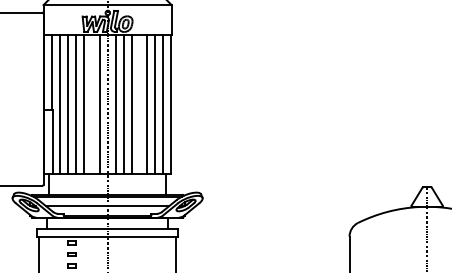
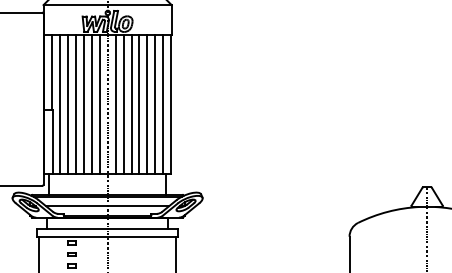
line at (91, 104): none -> present
line at (139, 104): none -> present
